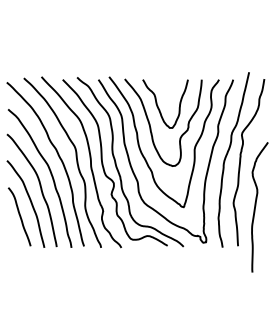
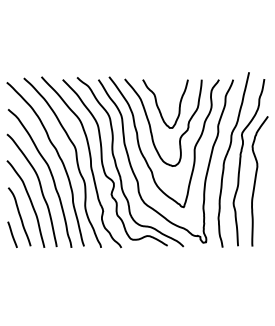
curve at (256, 206) position: (256, 206) -> (256, 180)
line at (12, 234): none -> present
